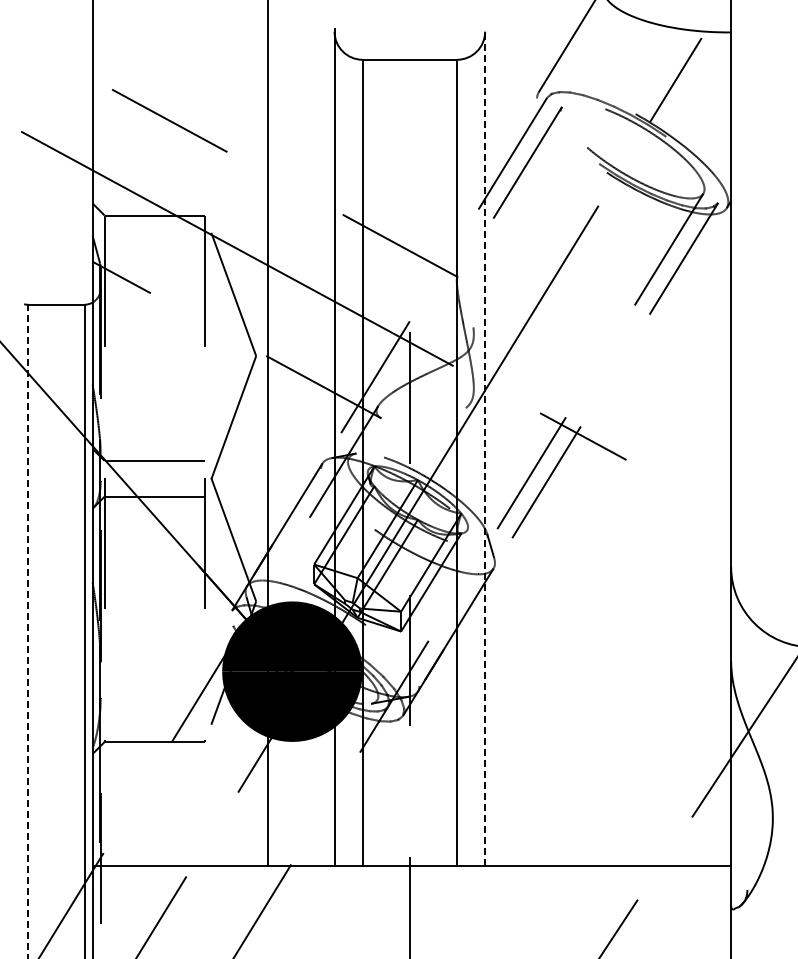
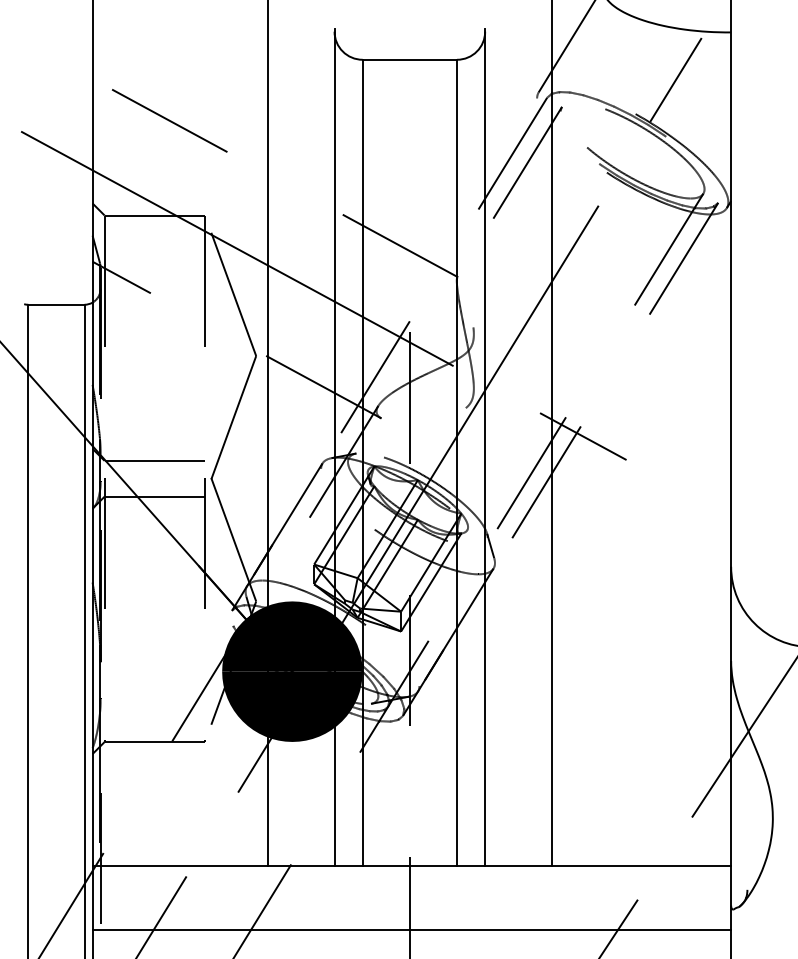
line at (551, 433): none -> present
line at (485, 447): dashed -> solid
line at (28, 631): dashed -> solid
line at (411, 930): none -> present
